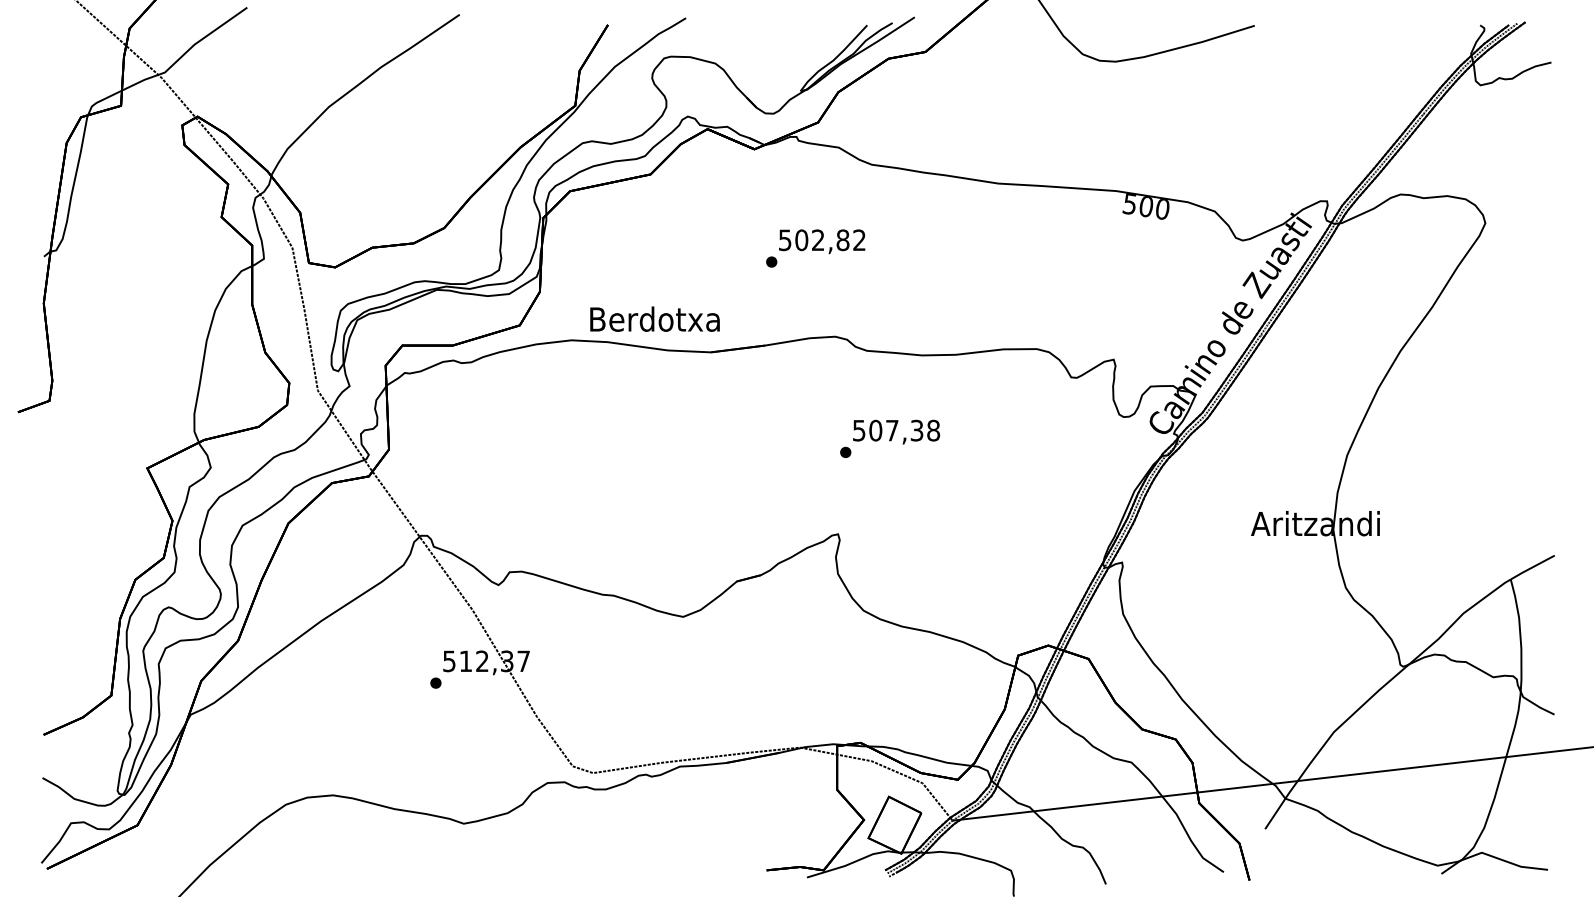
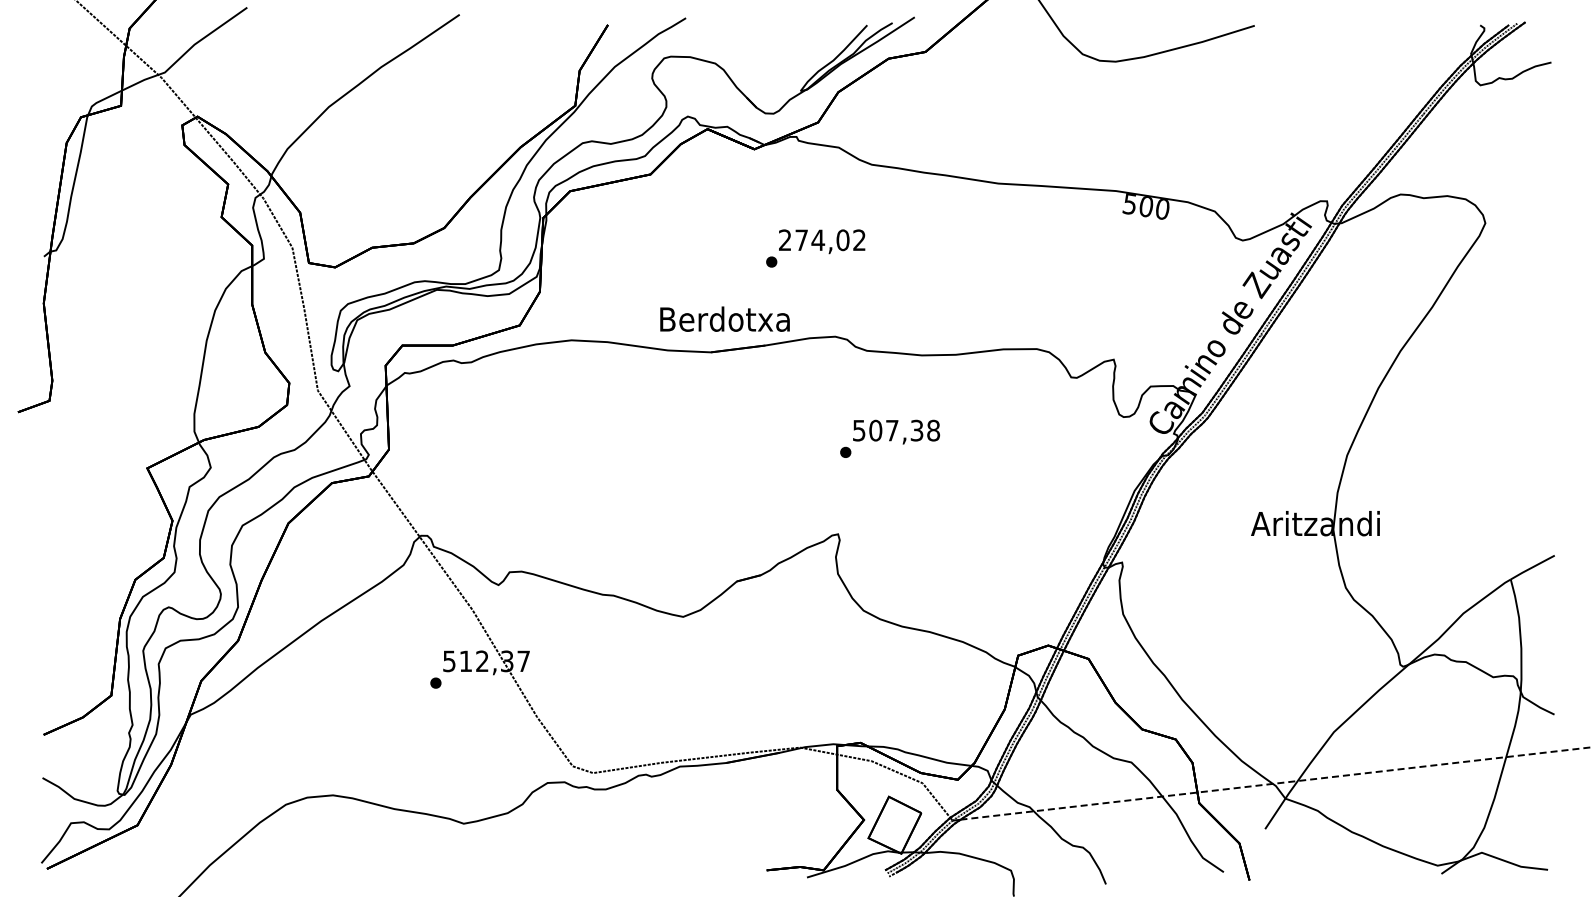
text at (814, 240): 502,82 -> 274,02
text at (654, 318) position: (654, 318) -> (724, 318)
line at (1276, 783): solid -> dashed
